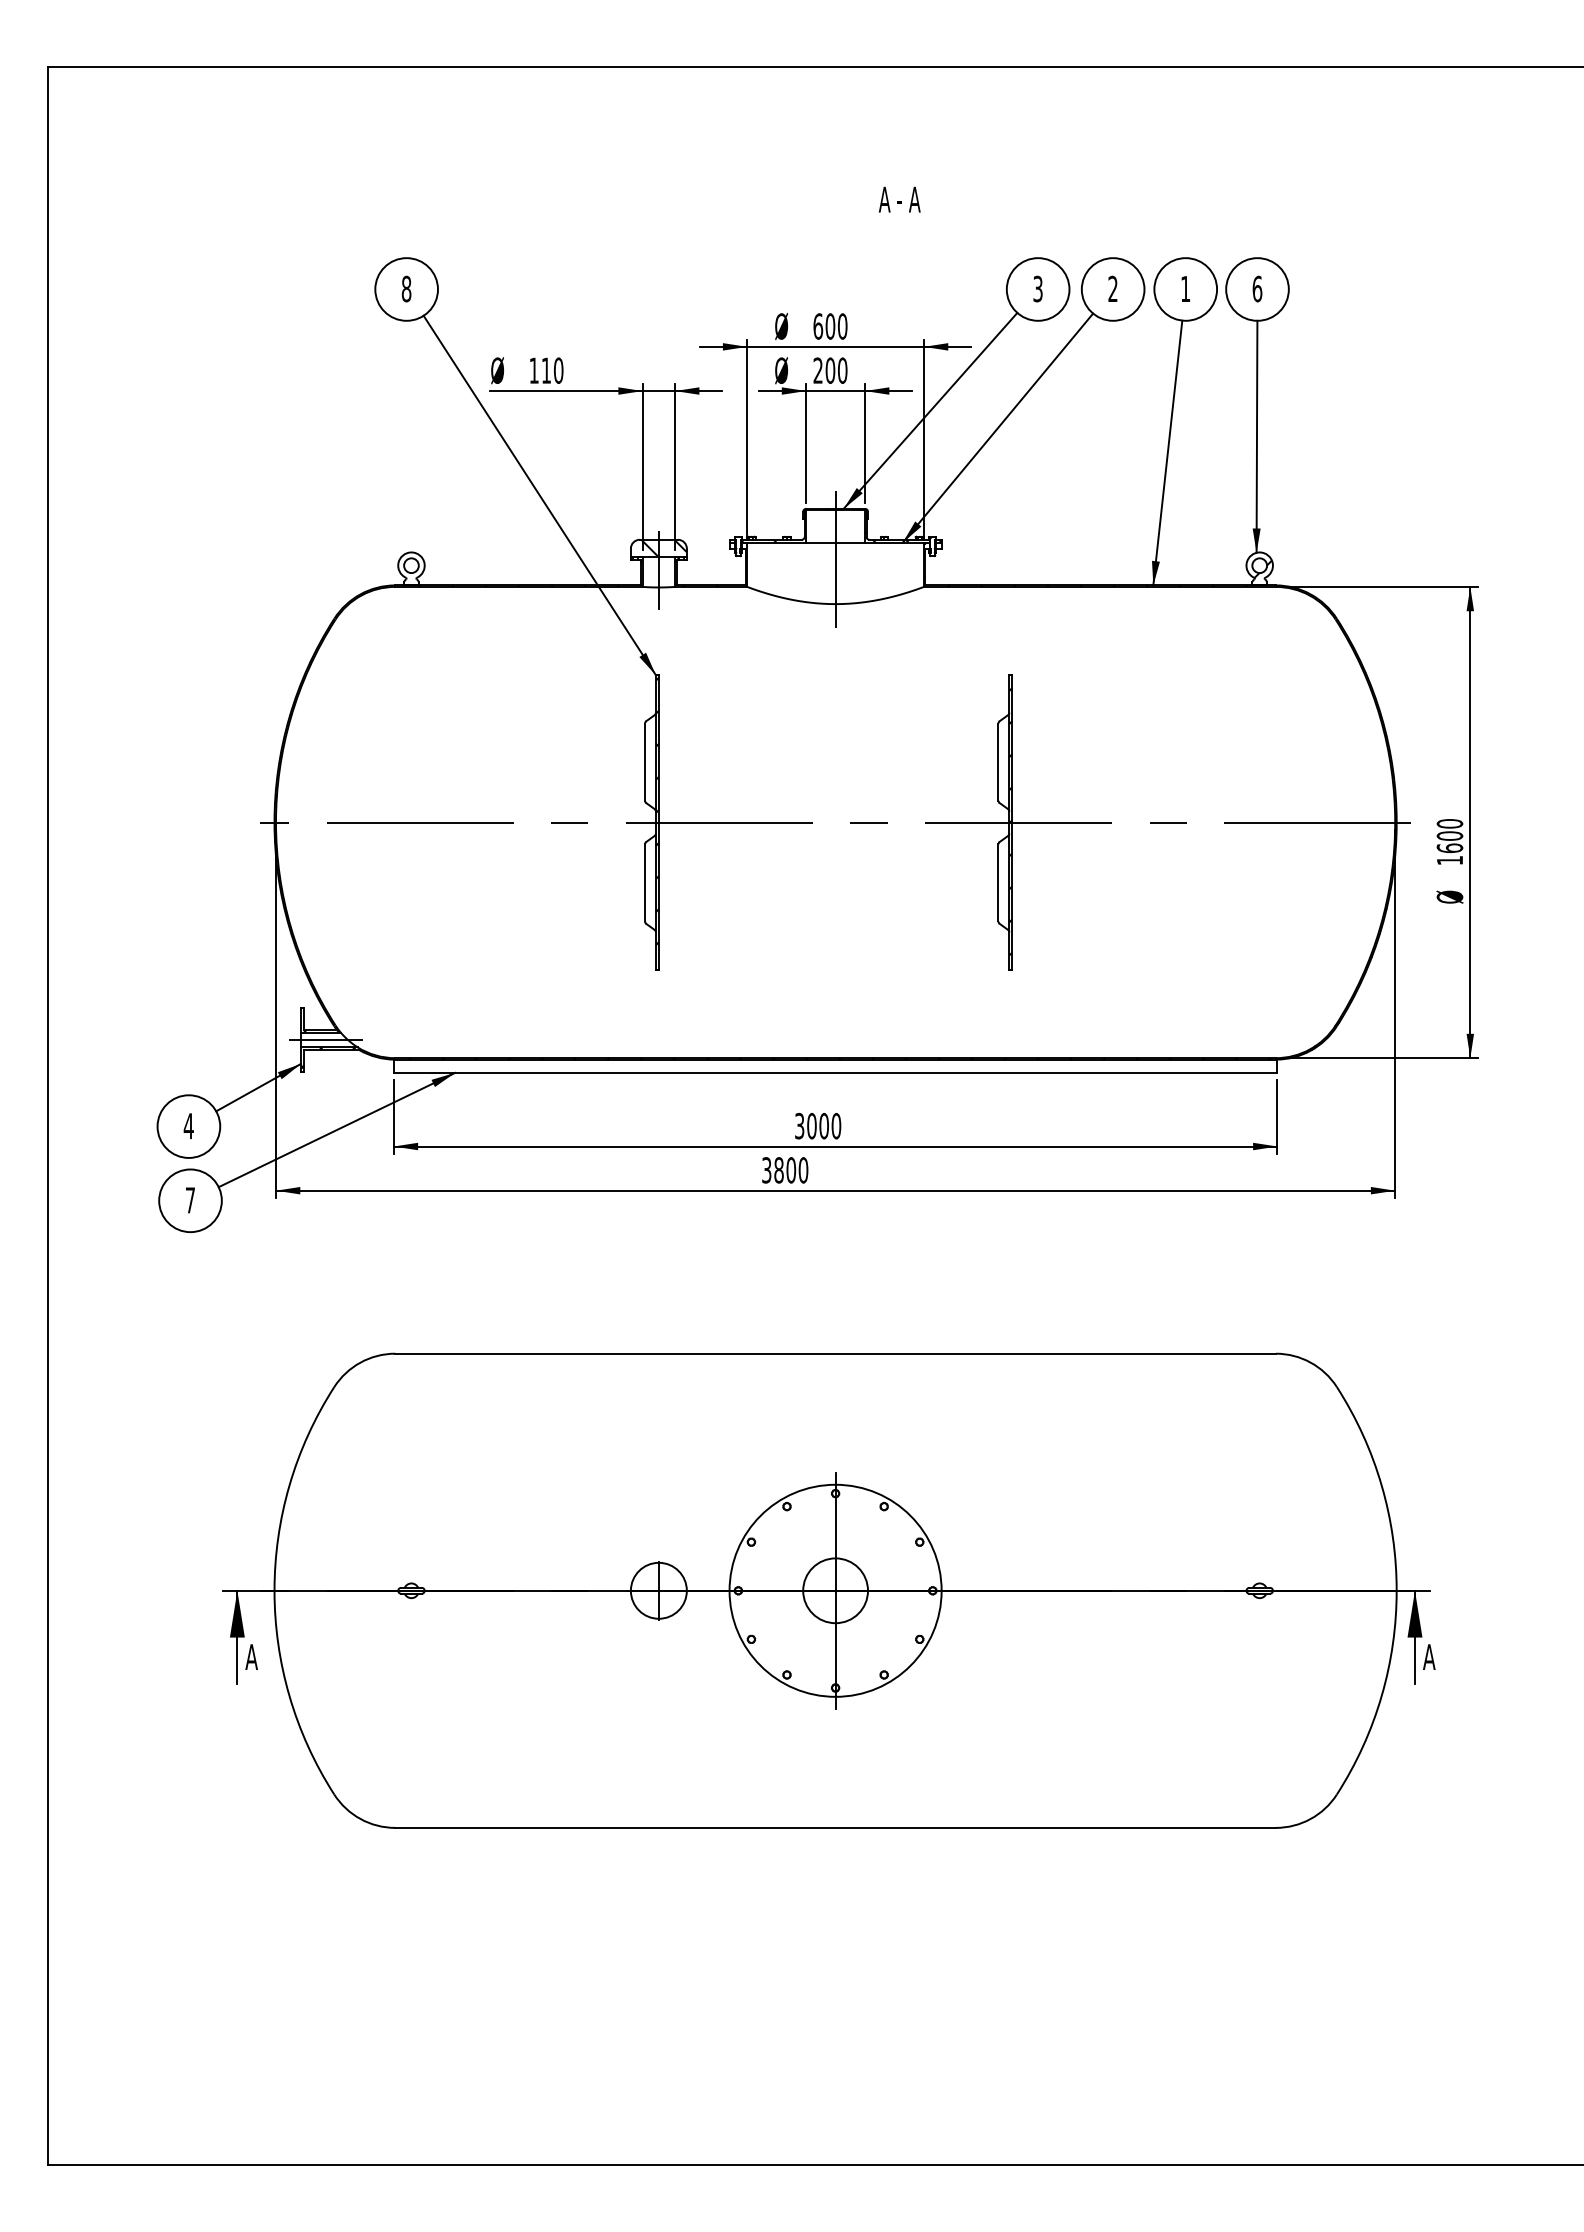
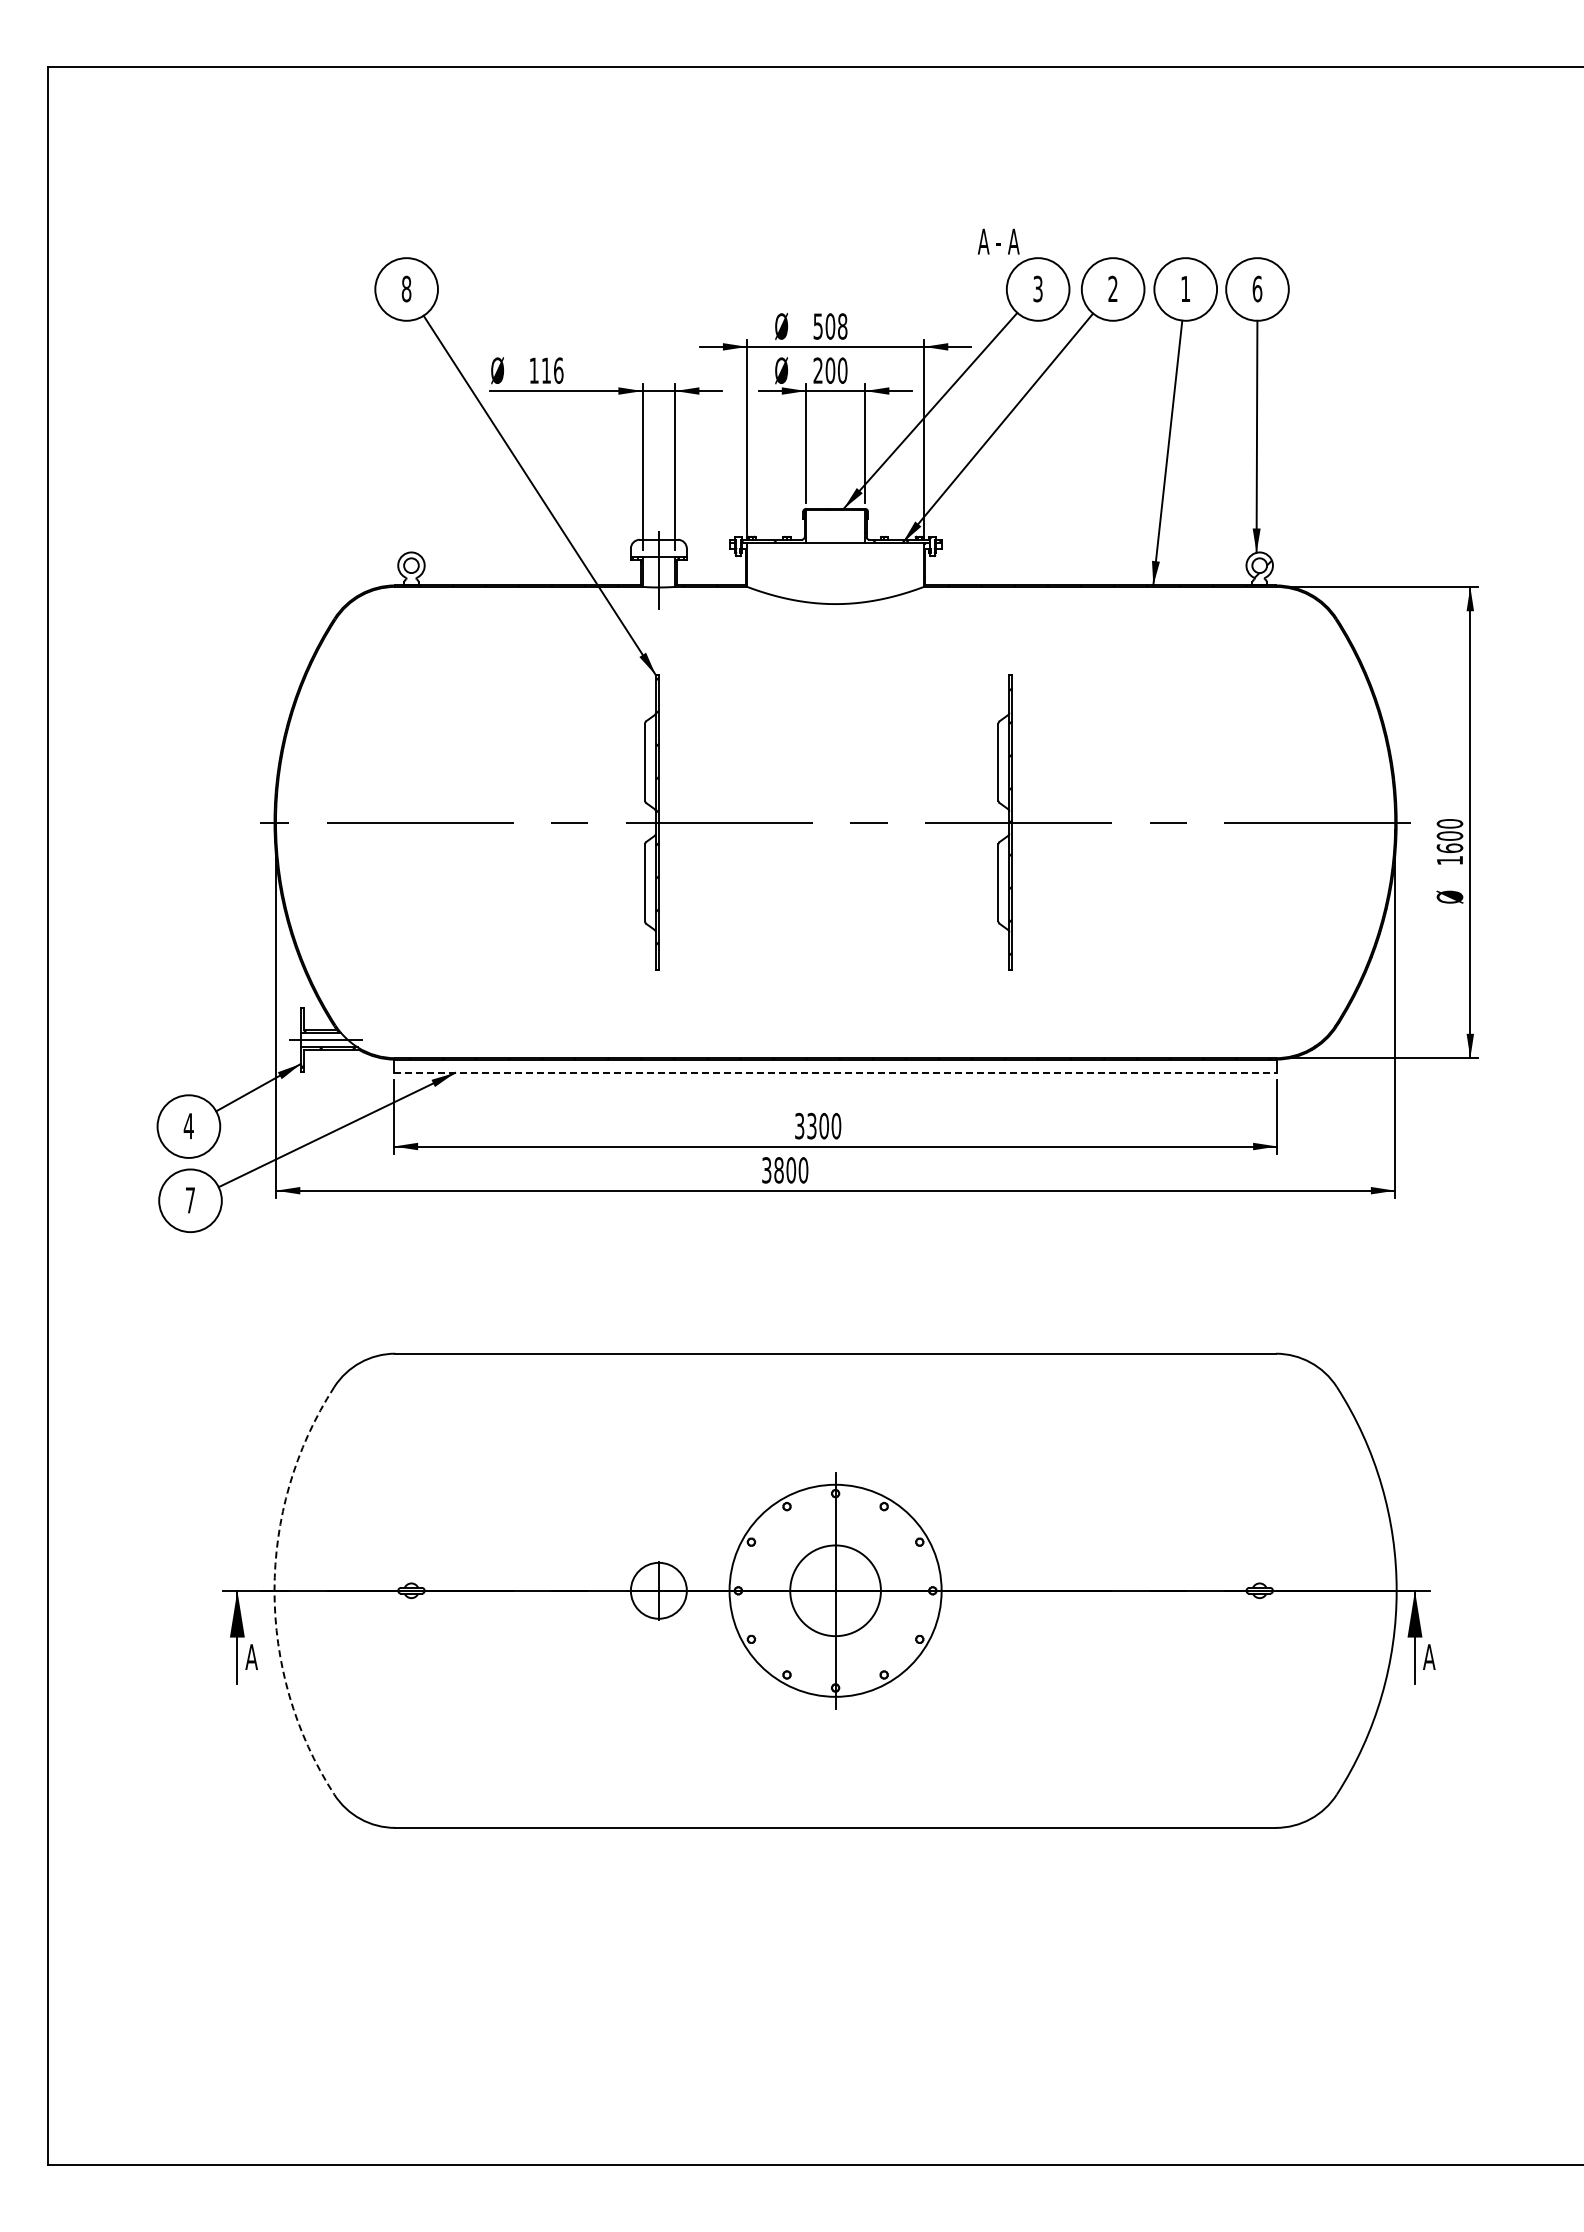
text at (899, 199) position: (899, 199) -> (998, 241)
text at (830, 326): 600 -> 508
text at (558, 370): 110 -> 116
hatch at (663, 548): present -> none
line at (835, 559): present -> none
line at (835, 1072): solid -> dashed
text at (811, 1126): 3000 -> 3300
arc at (274, 1590): solid -> dashed
circle at (835, 1590) diameter: 65 px -> 91 px
